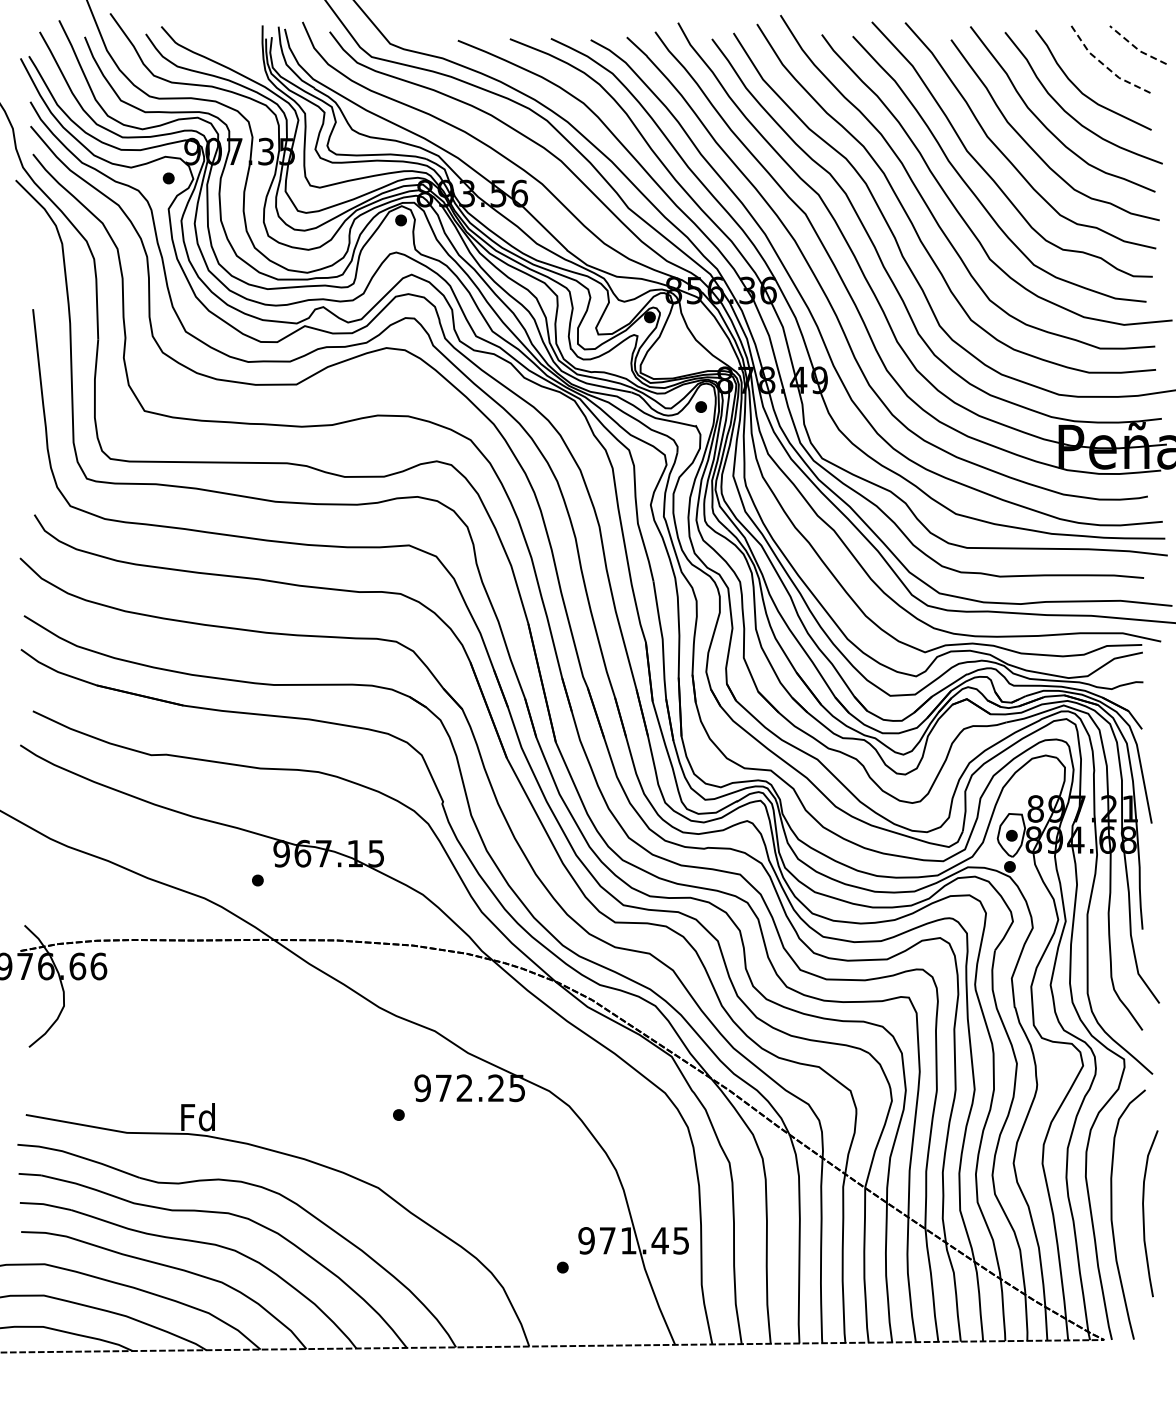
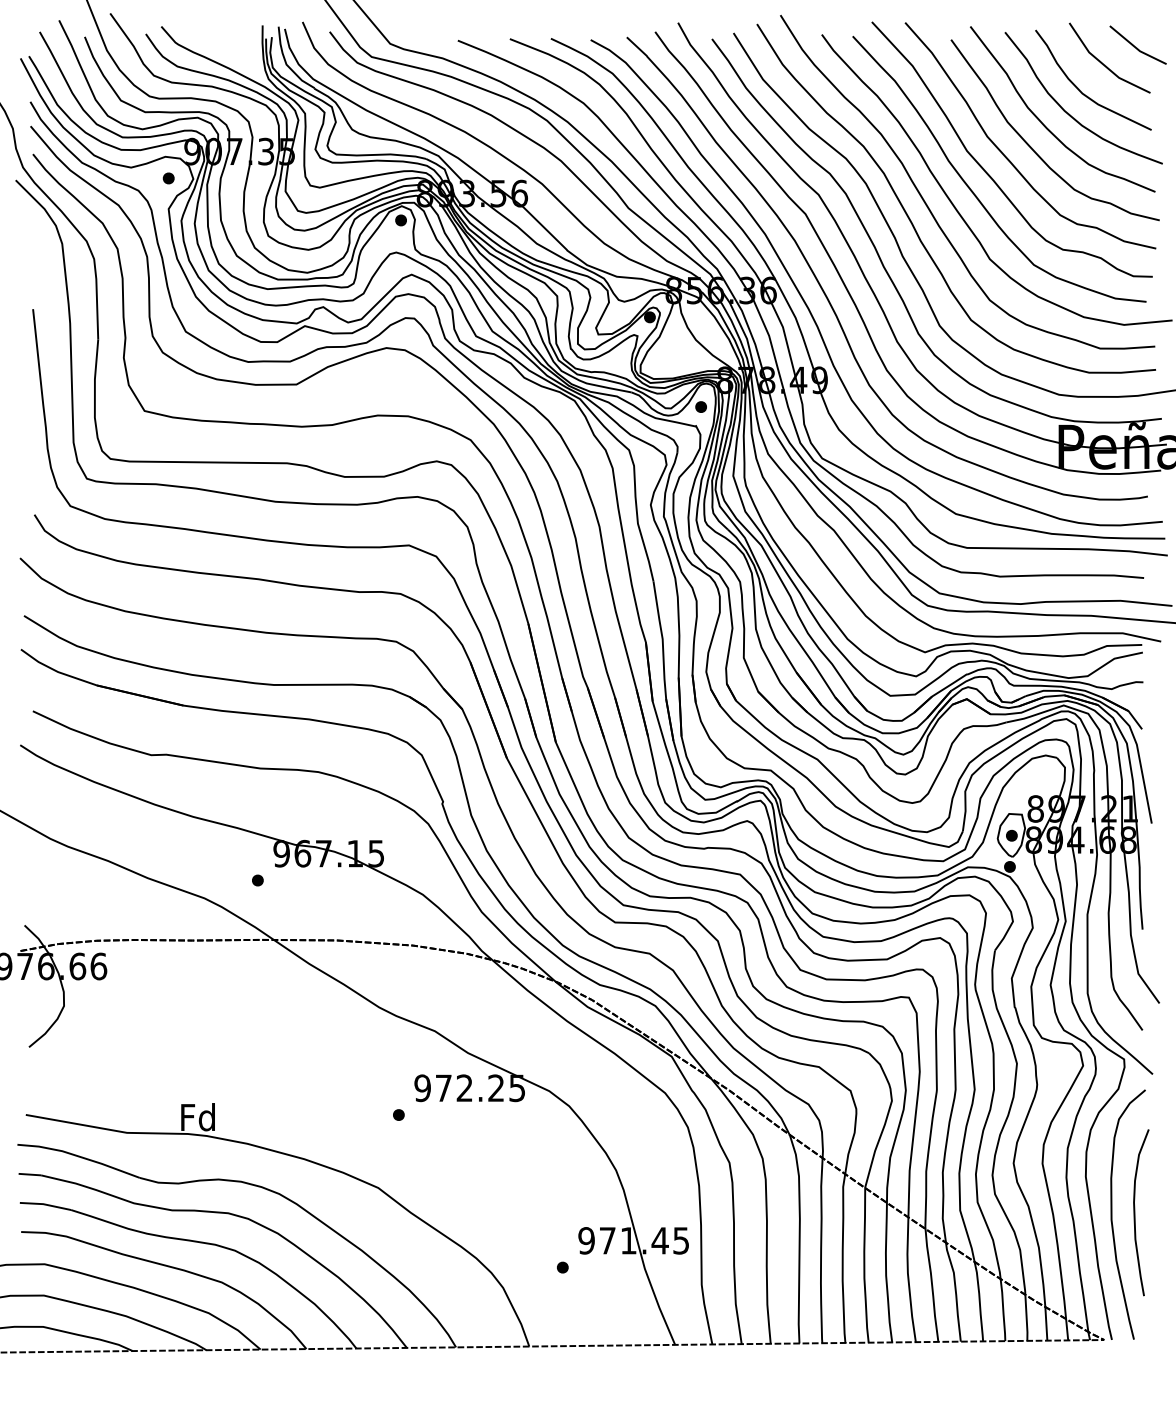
line at (1136, 48): dashed -> solid
line at (1103, 64): dashed -> solid
curve at (1144, 1213) position: (1144, 1213) -> (1135, 1212)
